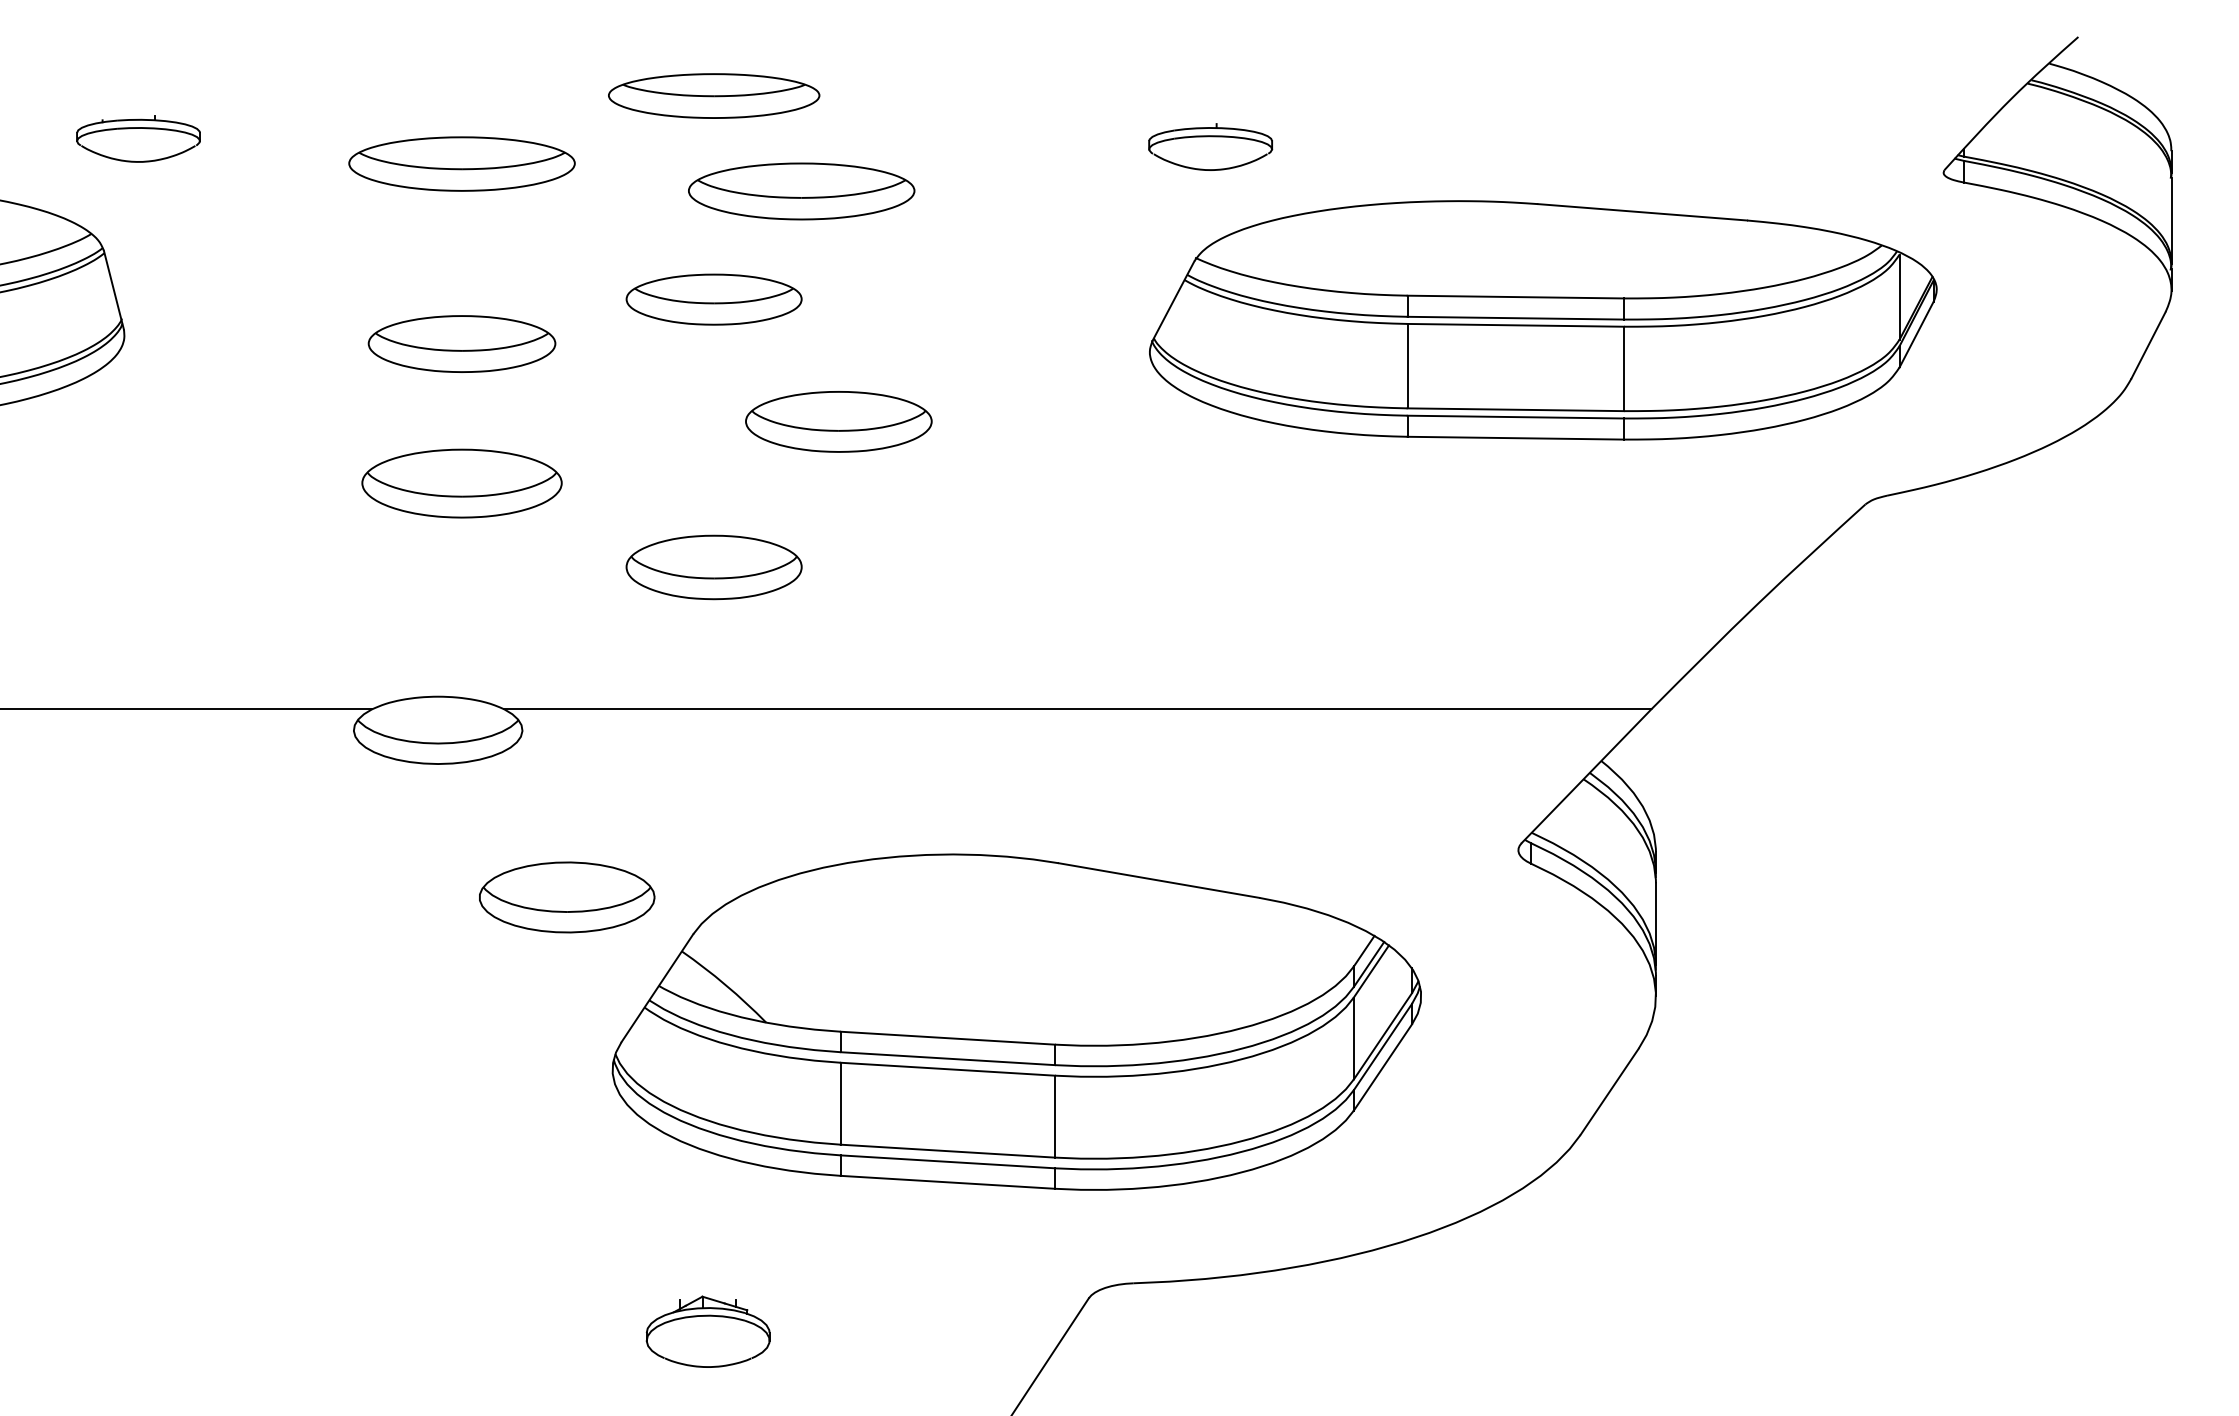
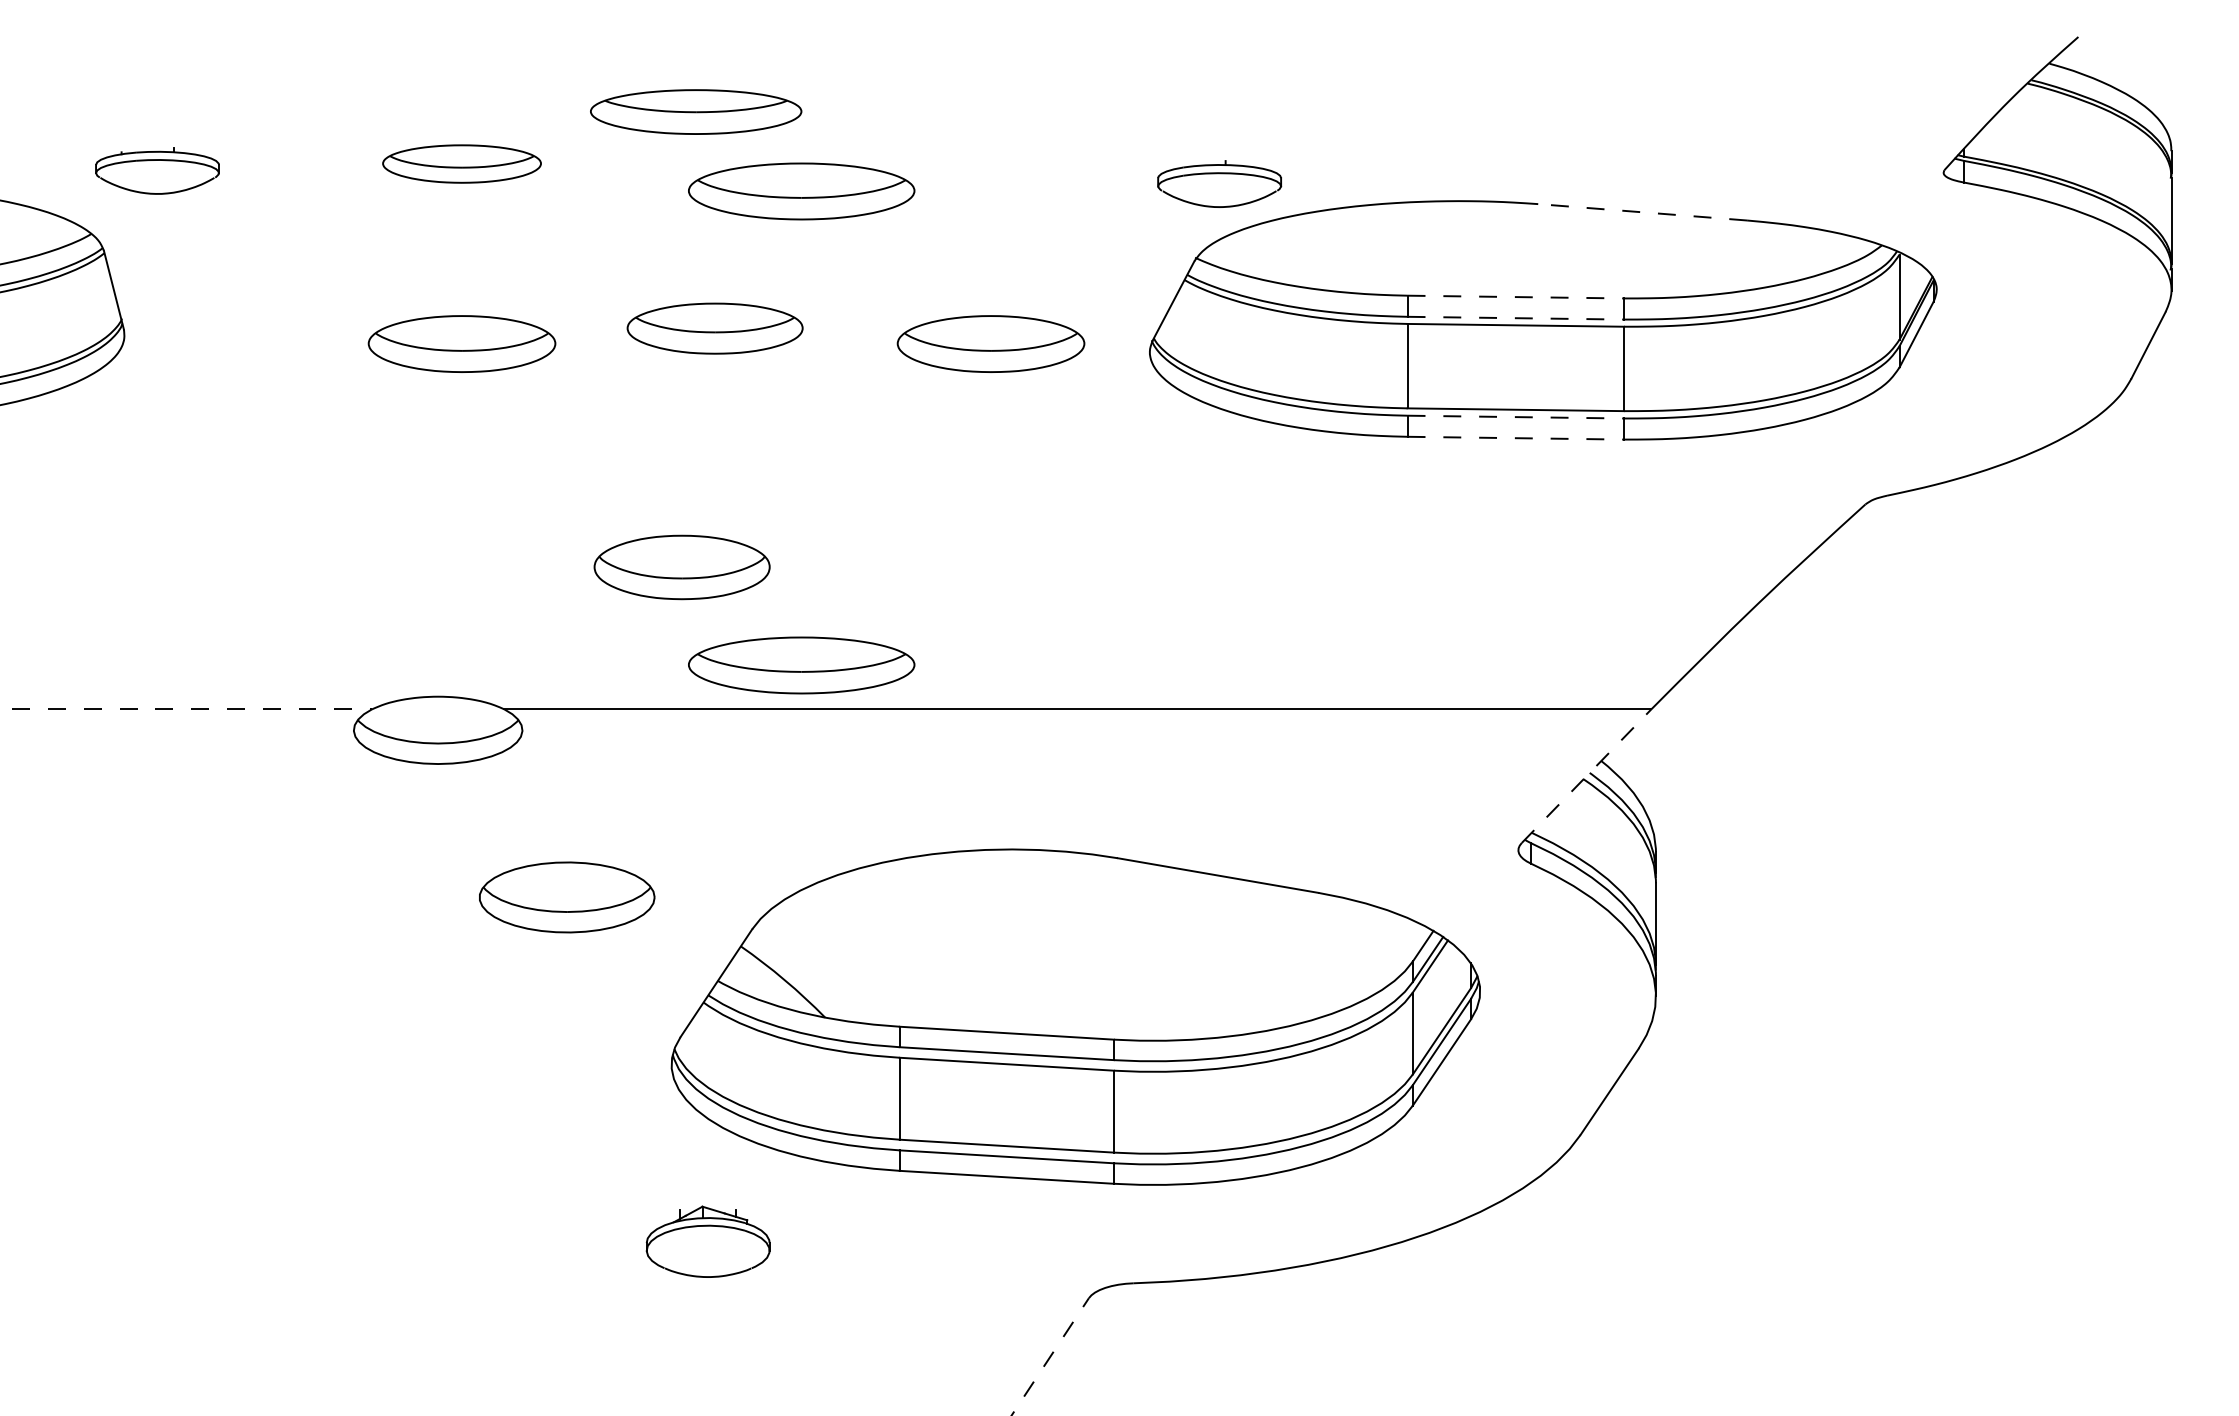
part at (714, 95) position: (714, 95) -> (696, 111)
part at (138, 138) position: (138, 138) -> (157, 170)
part at (1210, 146) position: (1210, 146) -> (1219, 183)
part at (461, 163) size: 228x56 px -> 160x40 px
line at (1642, 212): solid -> dashed
line at (1516, 297): solid -> dashed
part at (713, 299) position: (713, 299) -> (714, 328)
line at (1516, 318): solid -> dashed
part at (990, 343): none -> present
line at (1516, 417): solid -> dashed
part at (838, 421): present -> none
line at (1516, 438): solid -> dashed
part at (461, 483): present -> none
part at (713, 567) position: (713, 567) -> (681, 567)
part at (801, 665): none -> present
line at (186, 709): solid -> dashed
line at (1586, 775): solid -> dashed
part at (1016, 1021) position: (1016, 1021) -> (1075, 1016)
part at (707, 1331) position: (707, 1331) -> (707, 1241)
line at (1050, 1356): solid -> dashed
